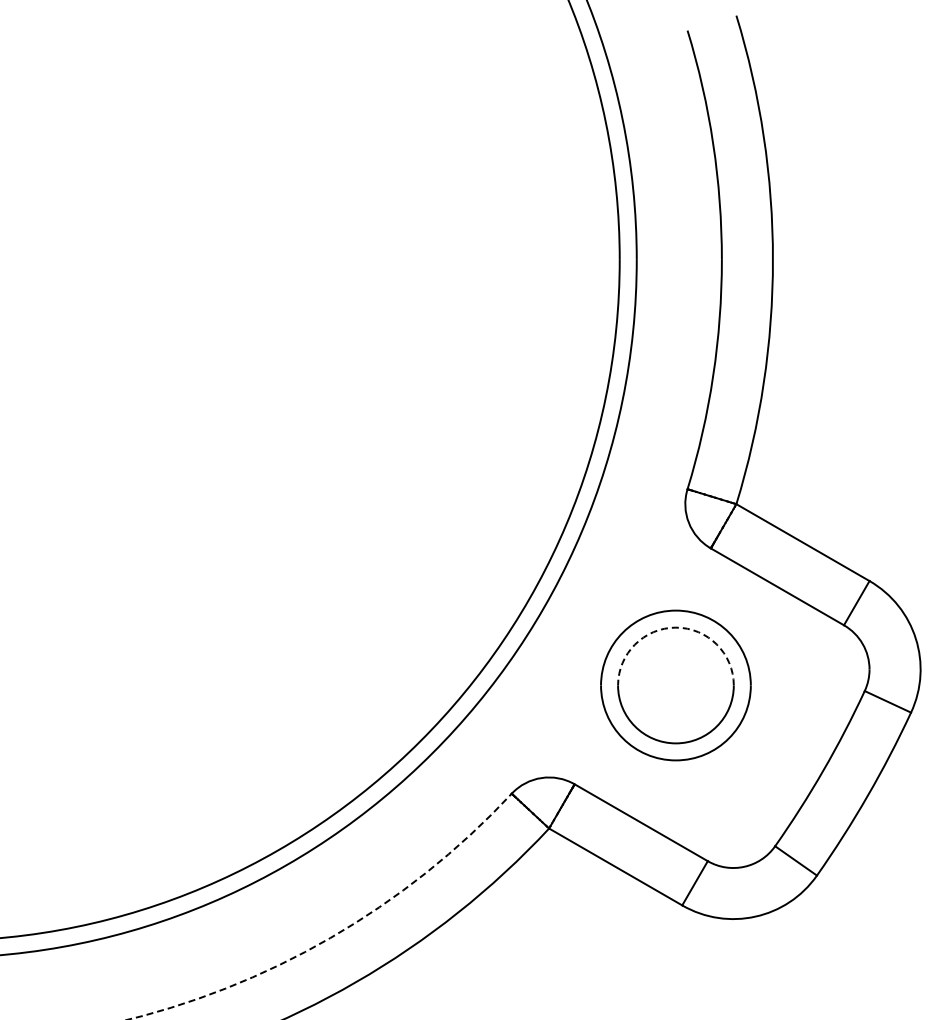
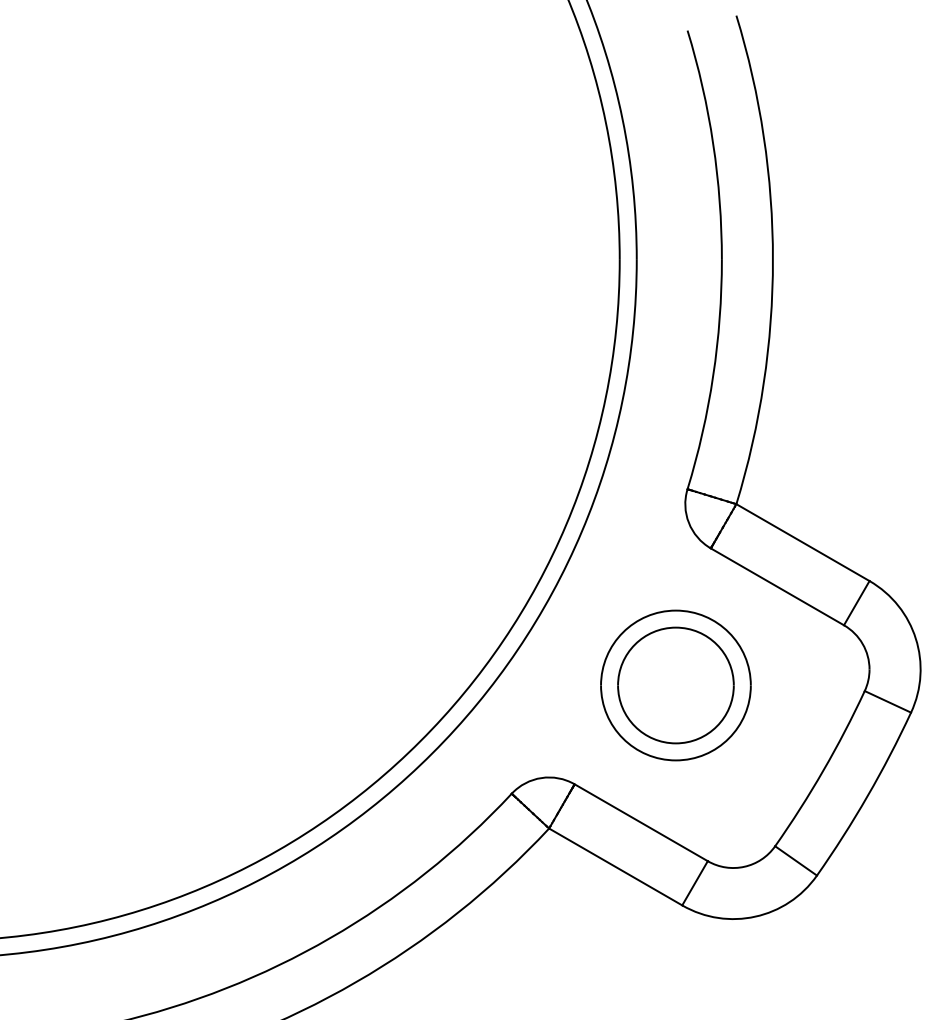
arc at (675, 627): dashed -> solid
arc at (335, 935): dashed -> solid
